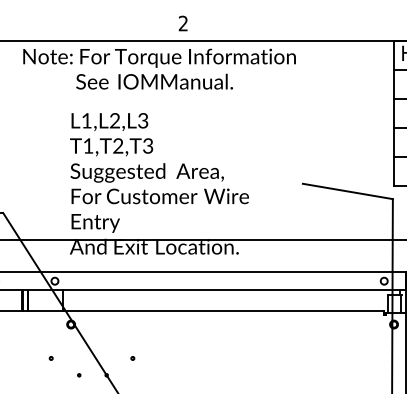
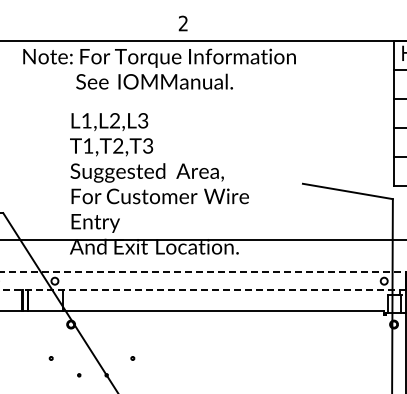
line at (204, 272): solid -> dashed
line at (202, 290): solid -> dashed
